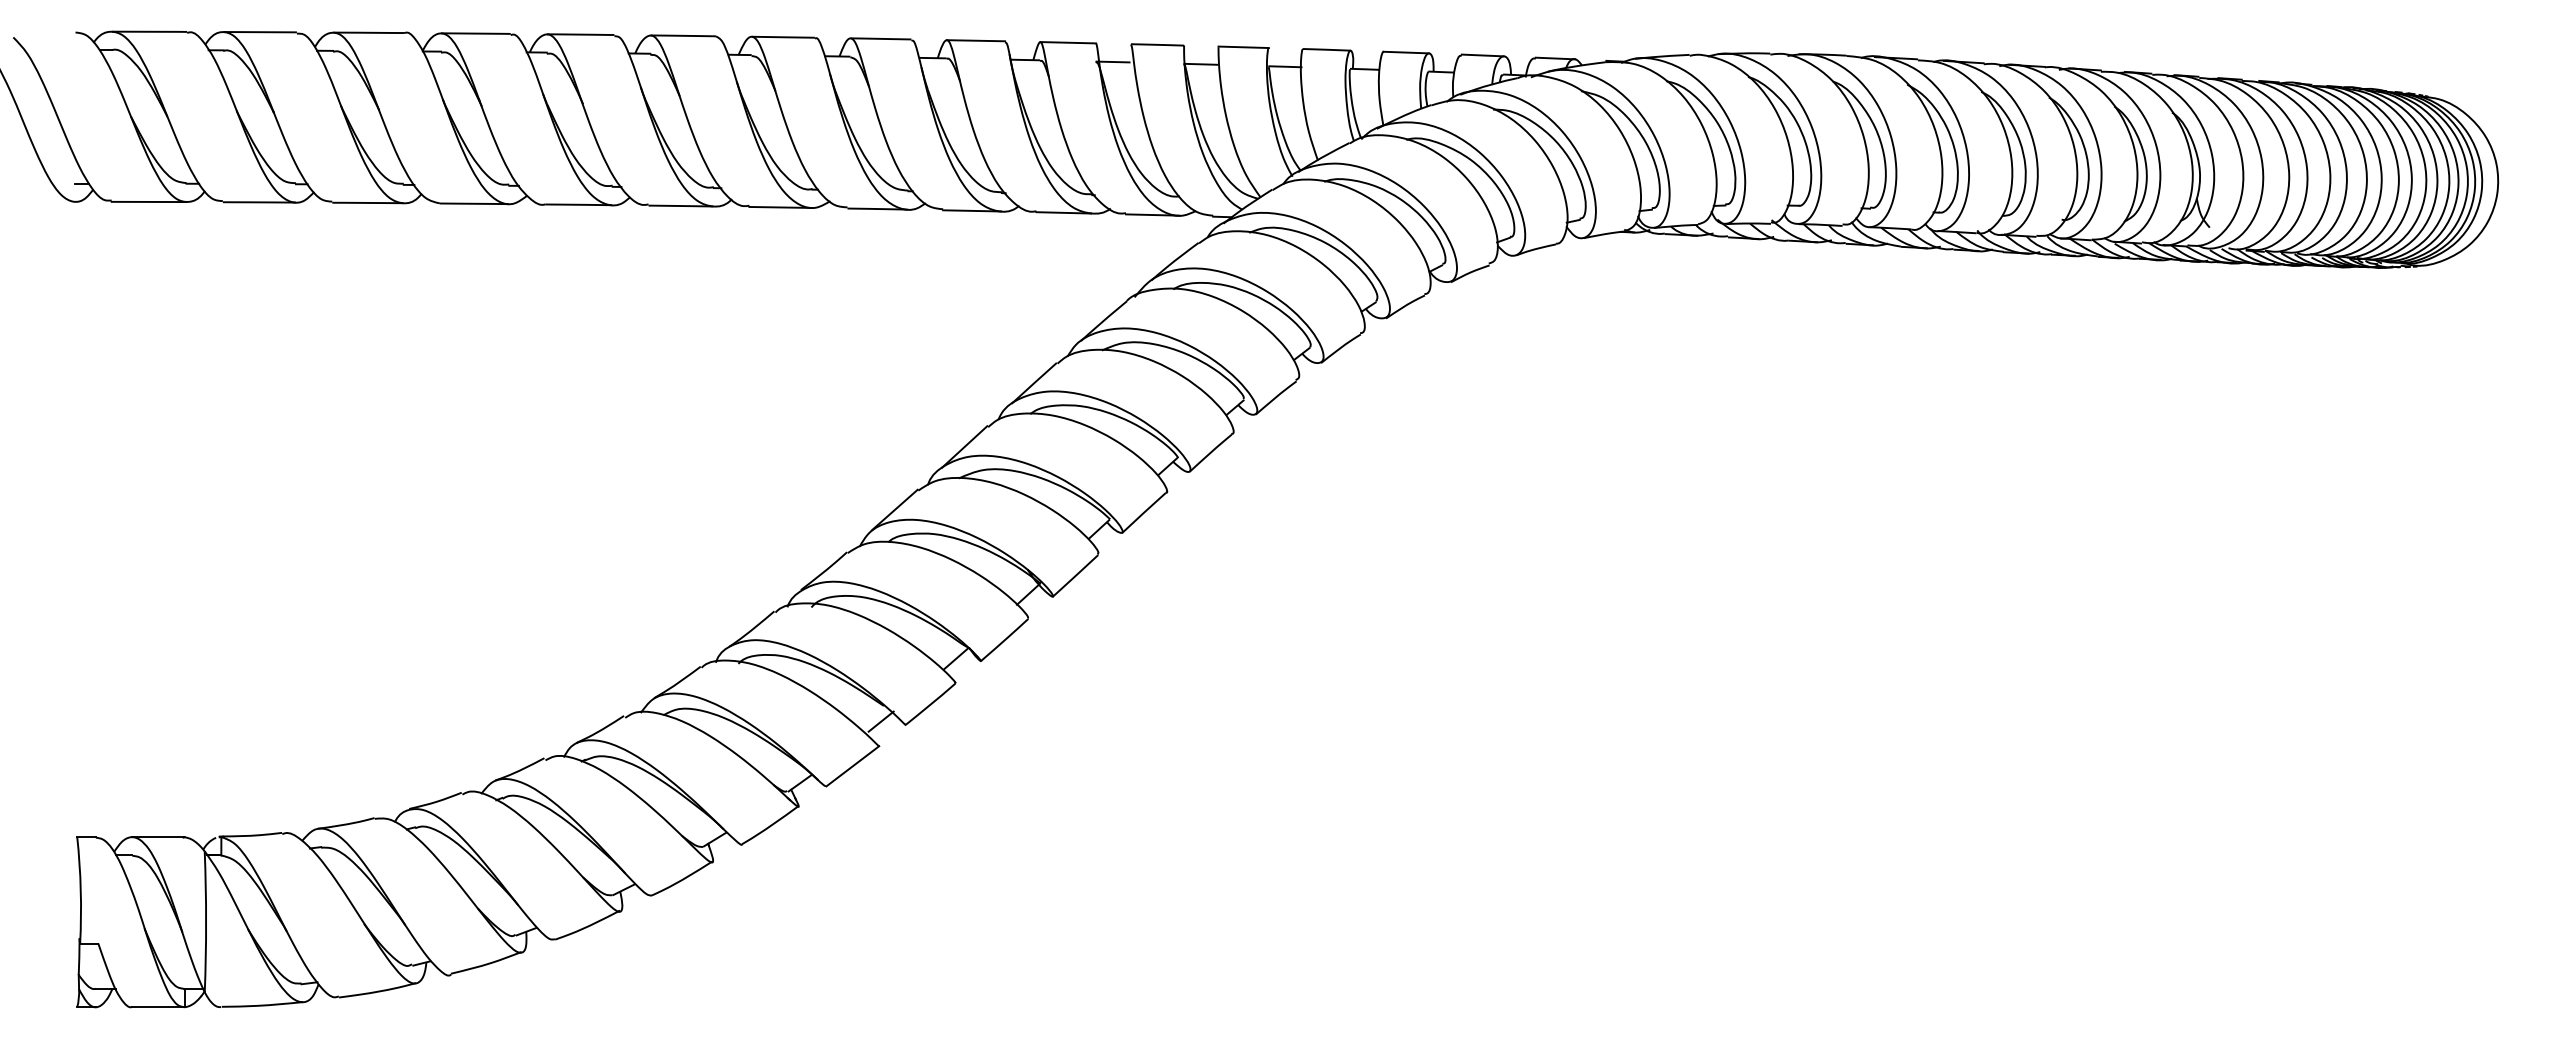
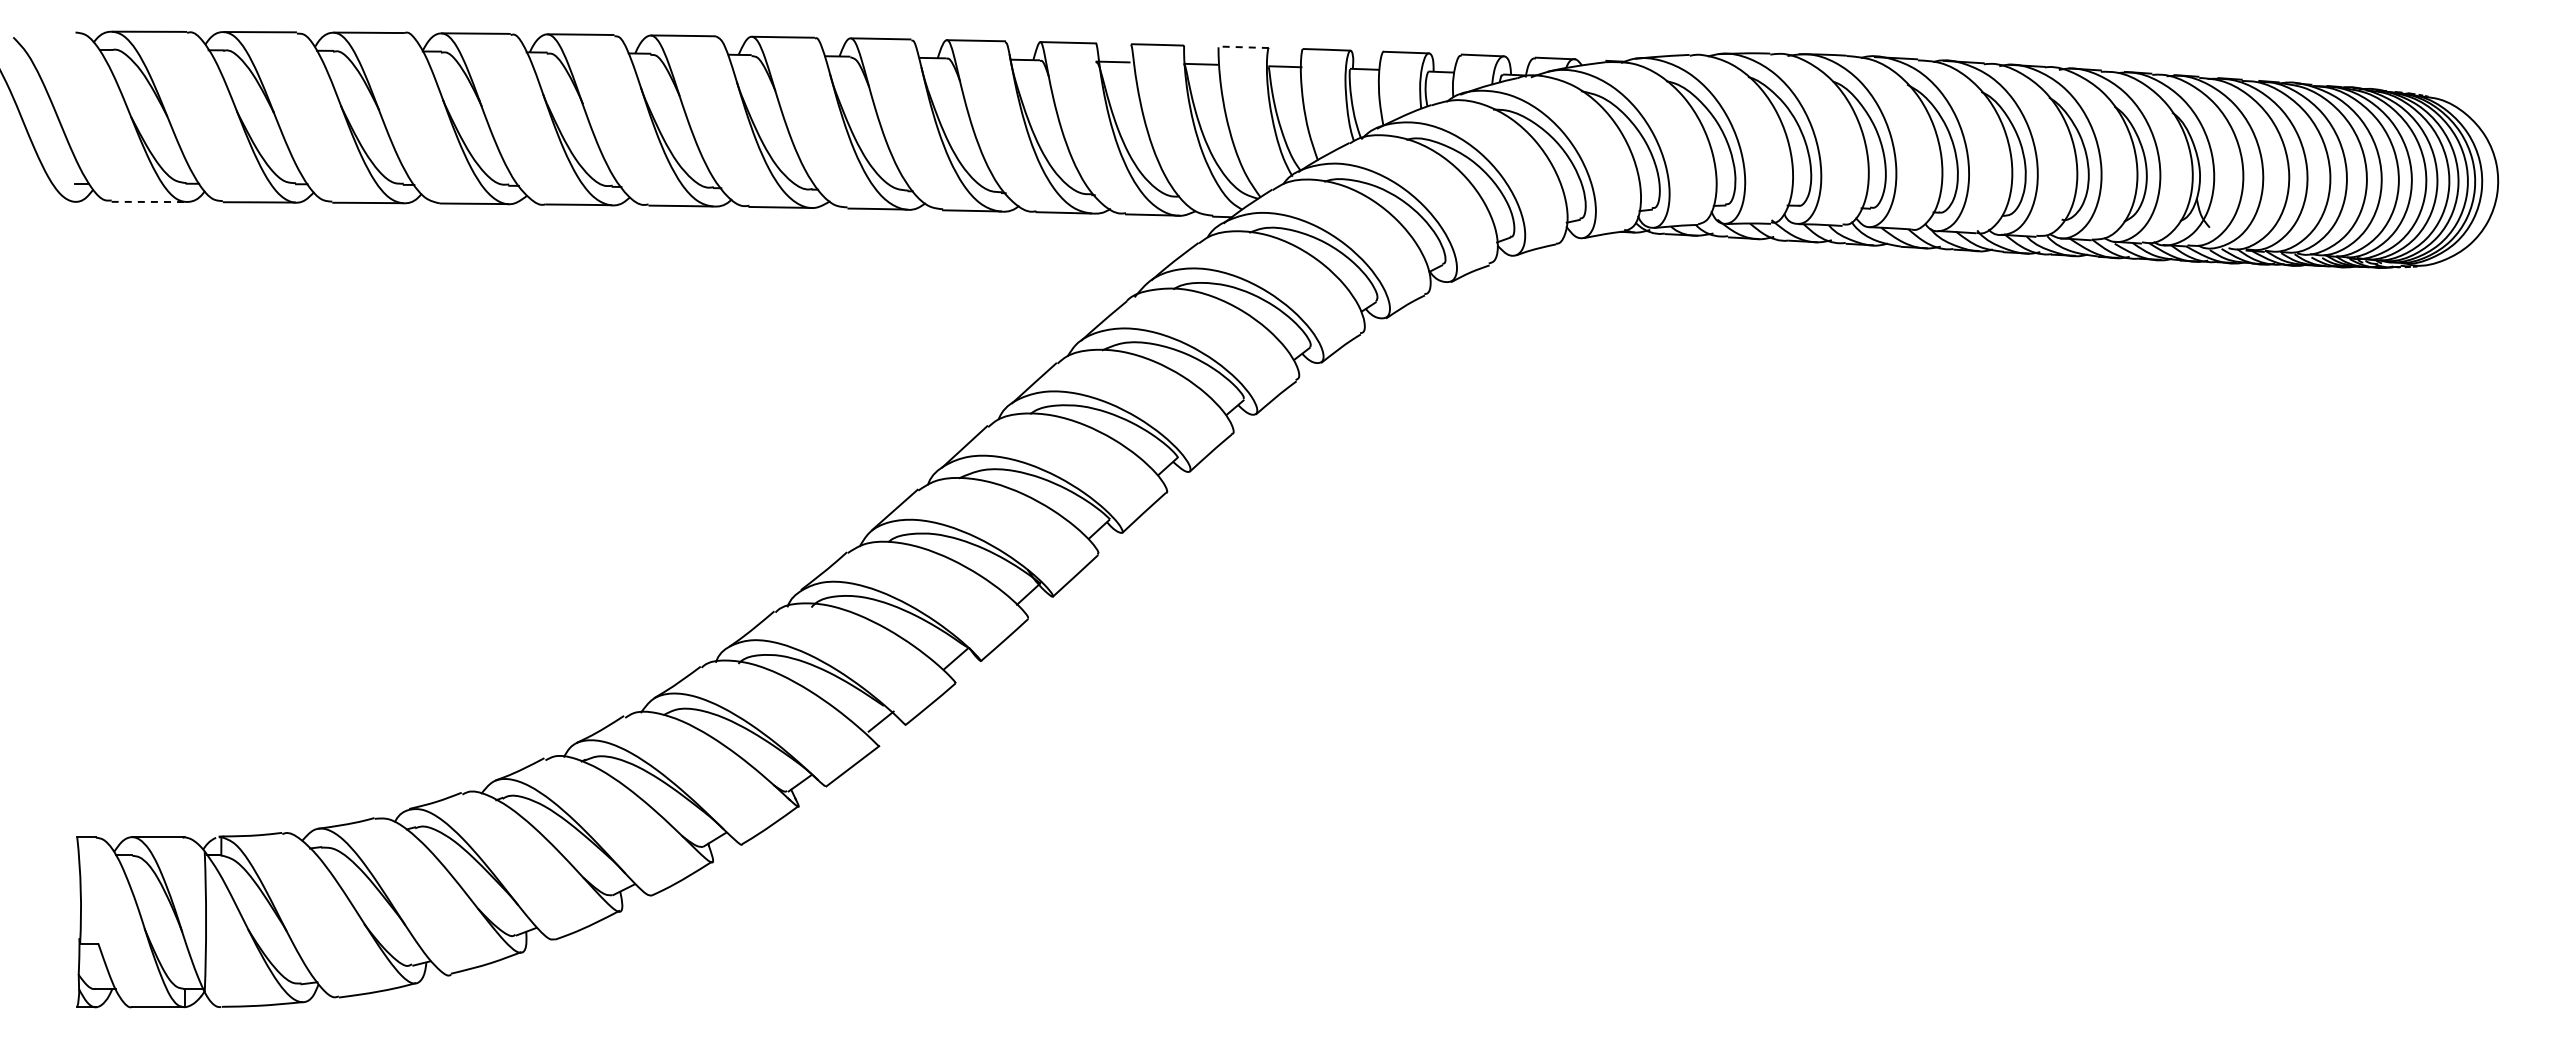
line at (1243, 47): solid -> dashed
line at (149, 201): solid -> dashed
